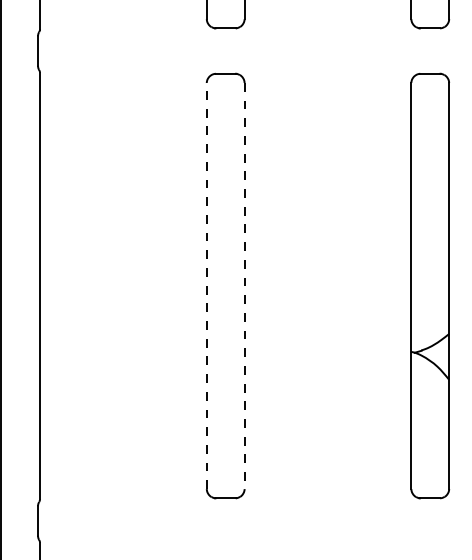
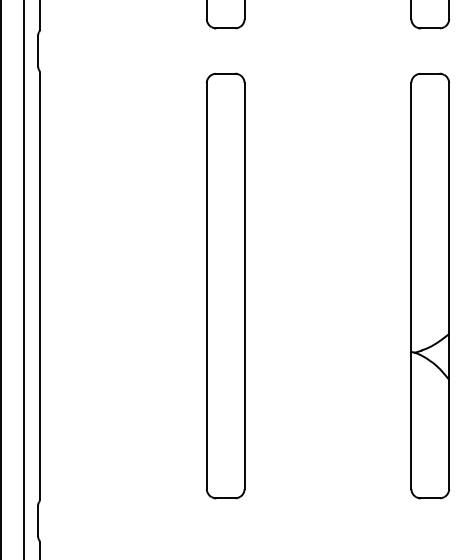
line at (23, 279): none -> present
line at (206, 285): dashed -> solid
line at (244, 286): dashed -> solid
